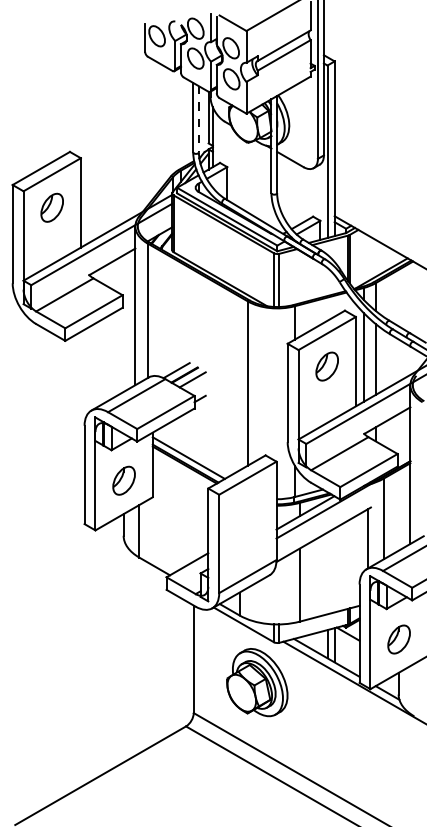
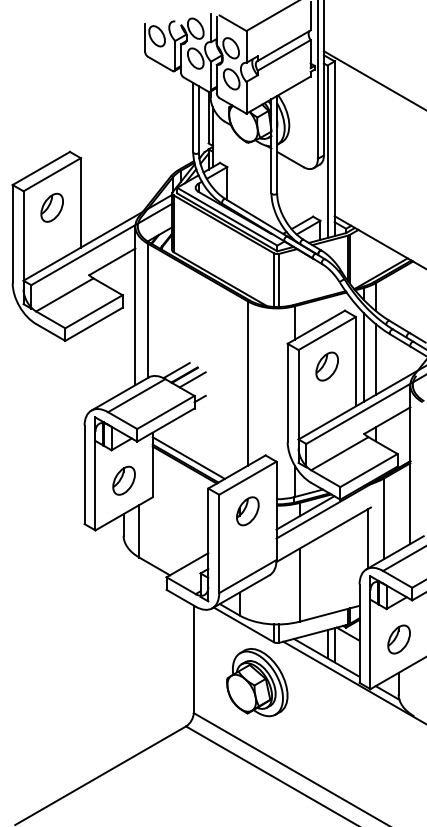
line at (373, 79): none -> present
line at (198, 119): dashed -> solid
part at (247, 511): none -> present
